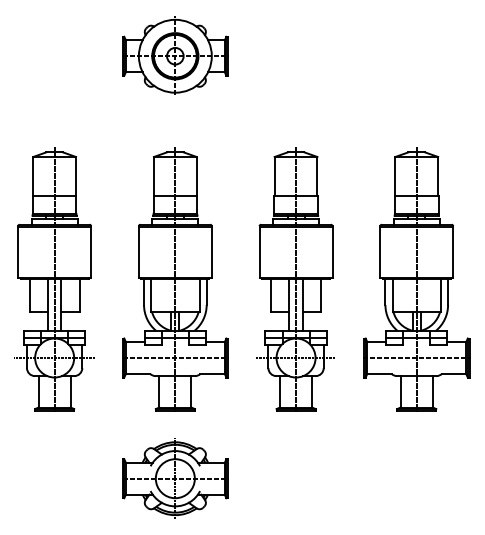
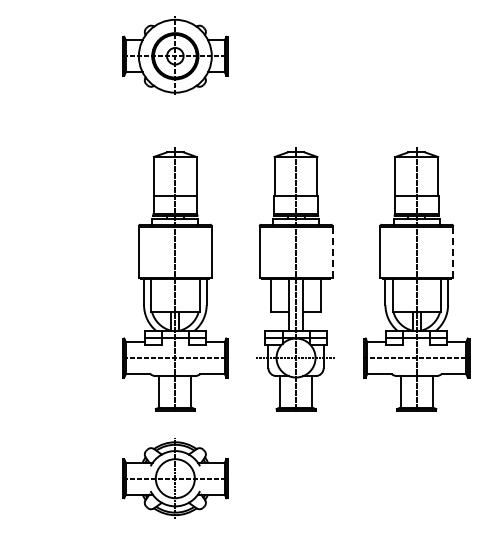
line at (332, 252): solid -> dashed
line at (453, 252): solid -> dashed
part at (54, 279): present -> none
